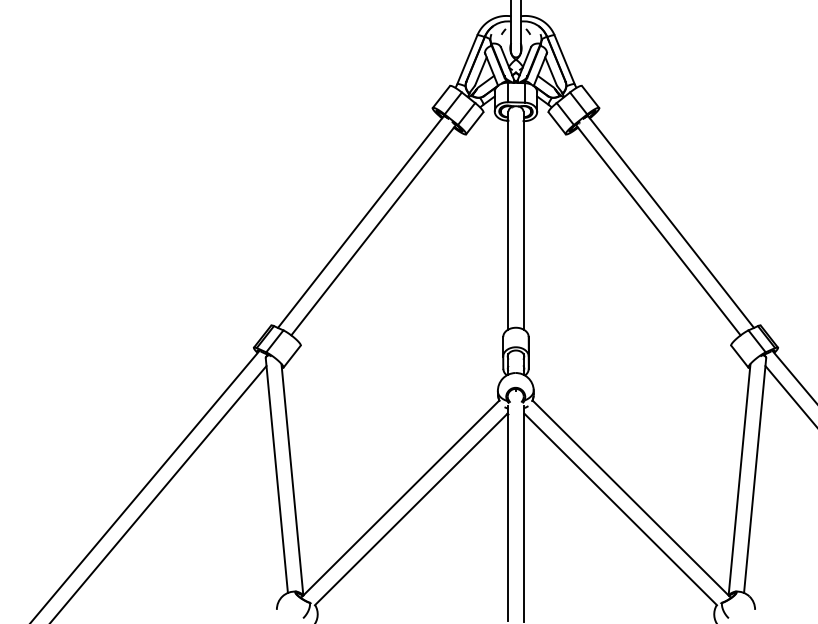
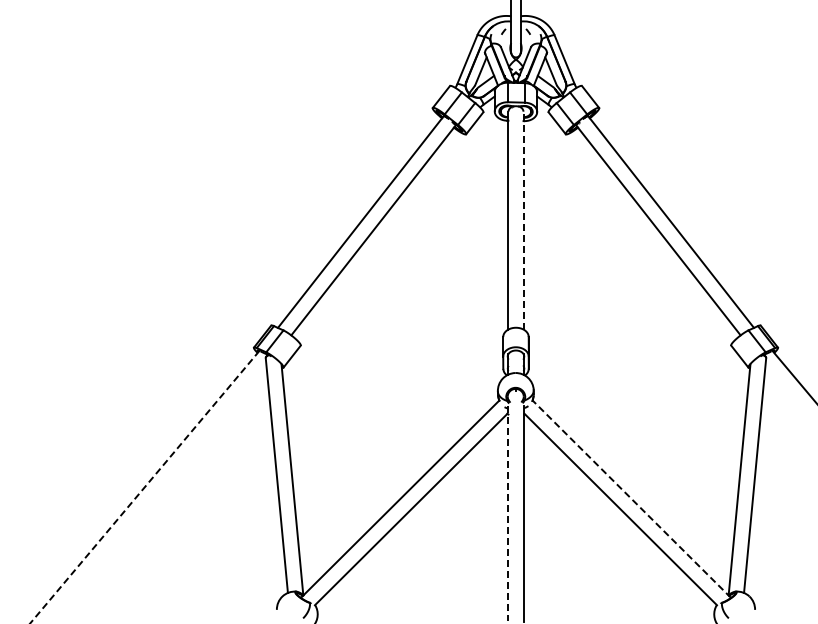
line at (523, 220): solid -> dashed
line at (789, 395): present -> none
line at (144, 487): solid -> dashed
line at (159, 493): present -> none
line at (631, 499): solid -> dashed
line at (508, 513): solid -> dashed
